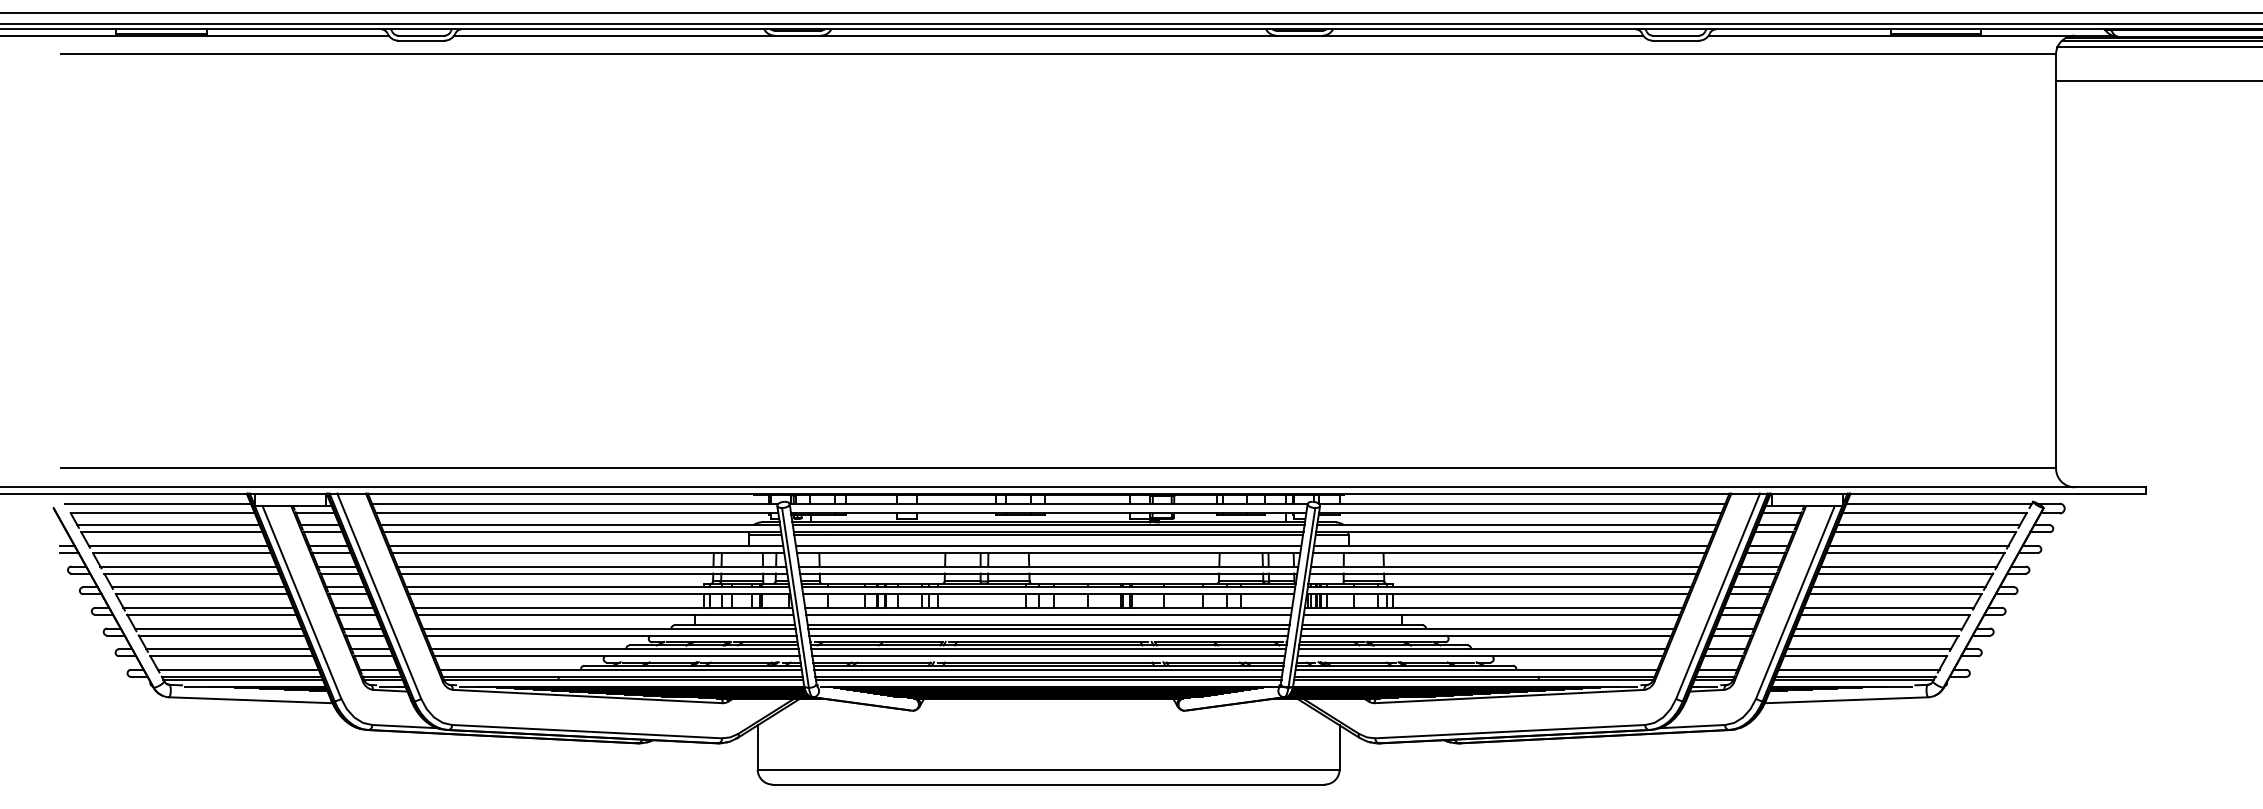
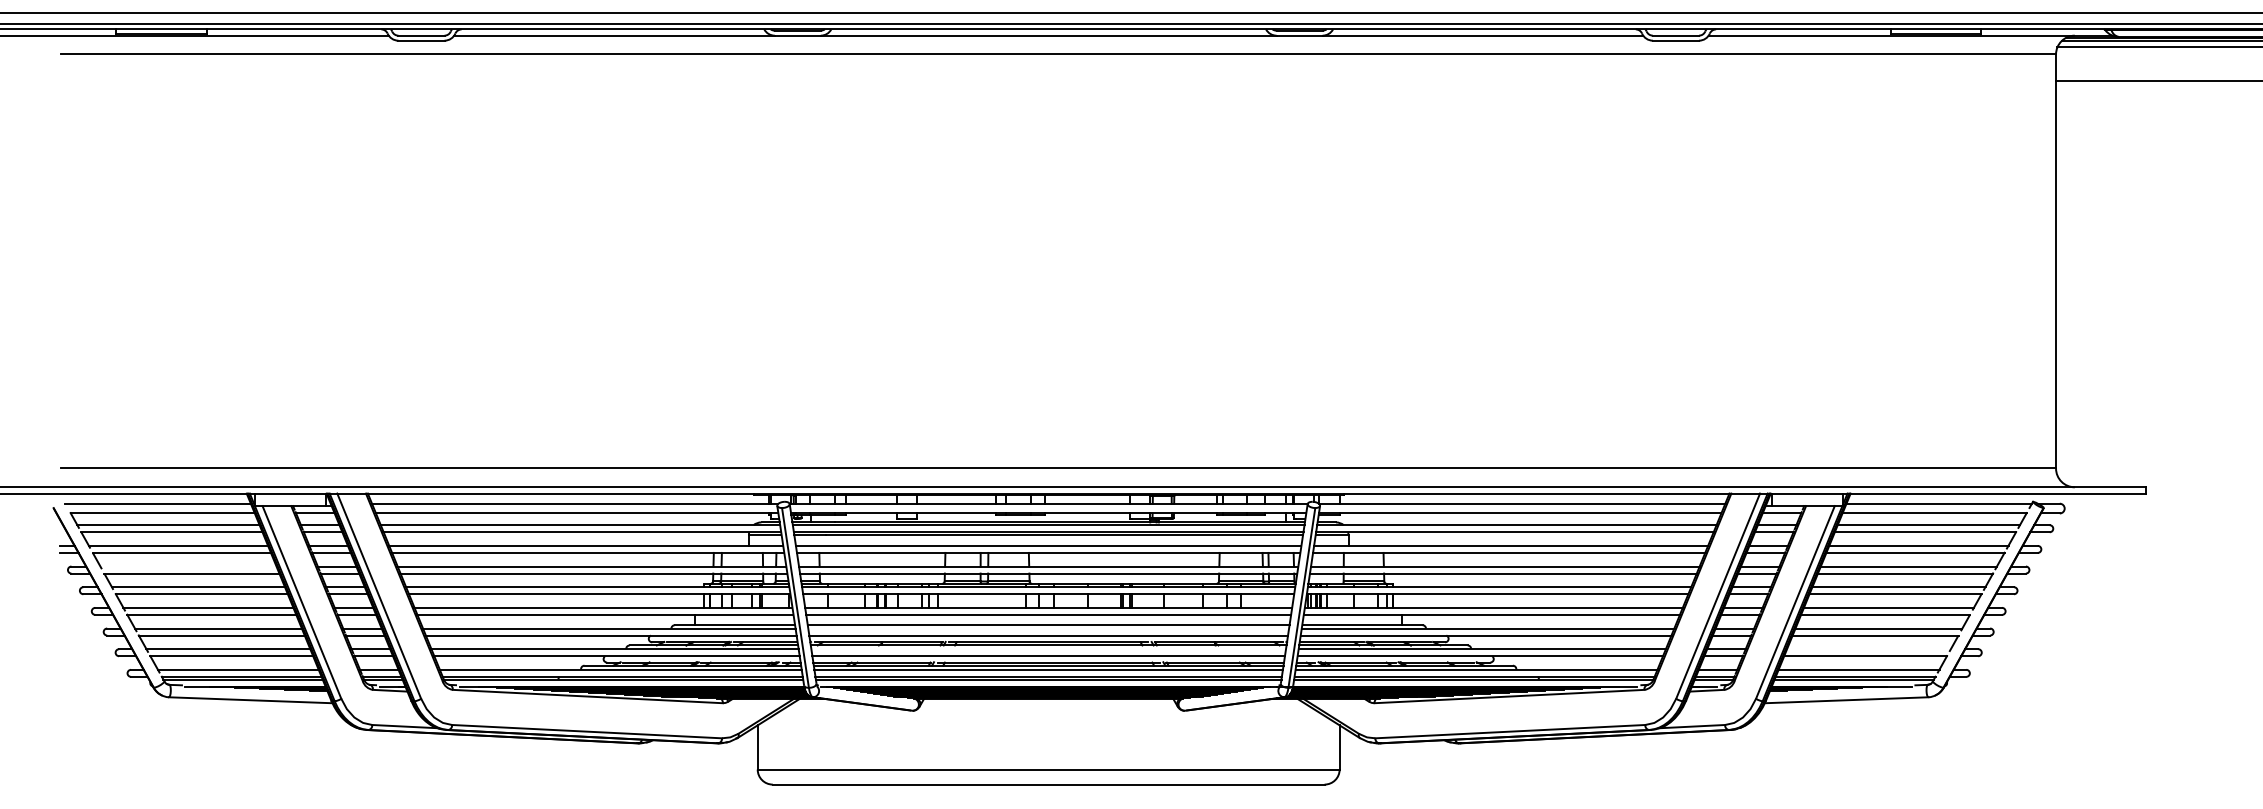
line at (188, 566): present -> none
line at (1048, 628): present -> none
line at (1048, 649): present -> none
line at (1869, 649): present -> none
